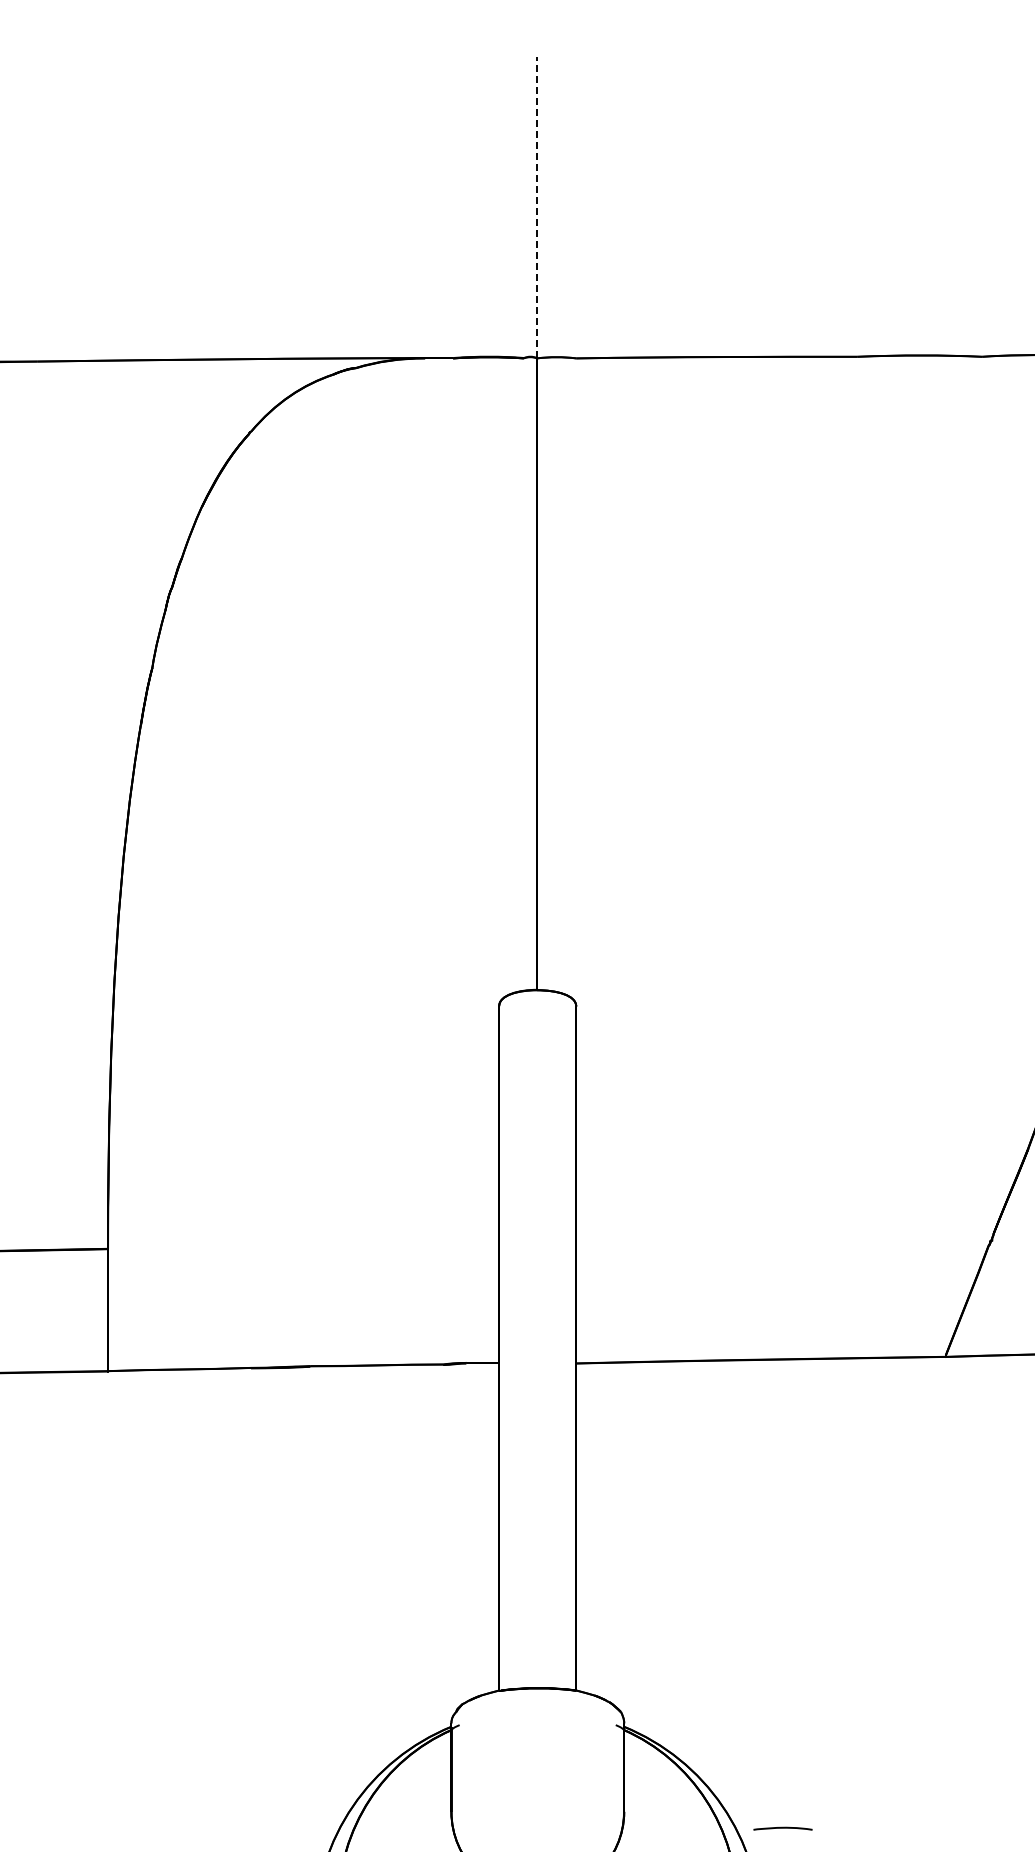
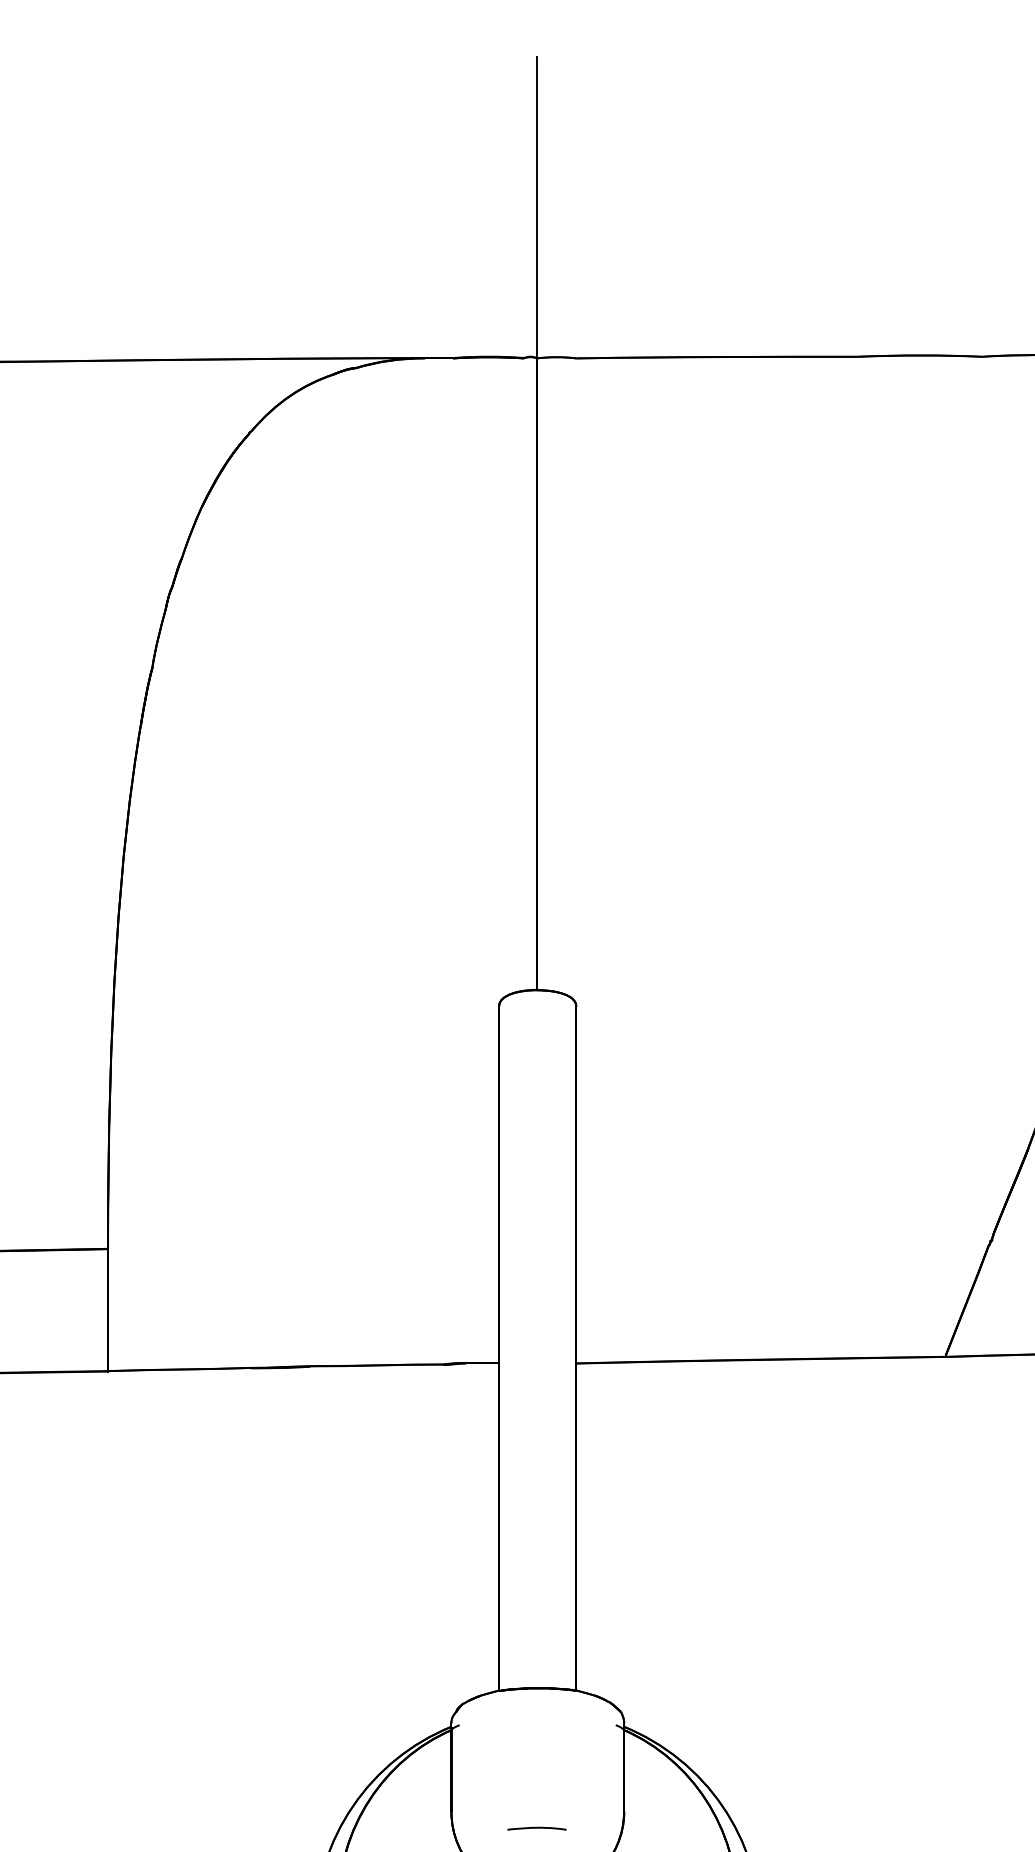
line at (536, 207): dashed -> solid
curve at (782, 1828) position: (782, 1828) -> (536, 1828)
